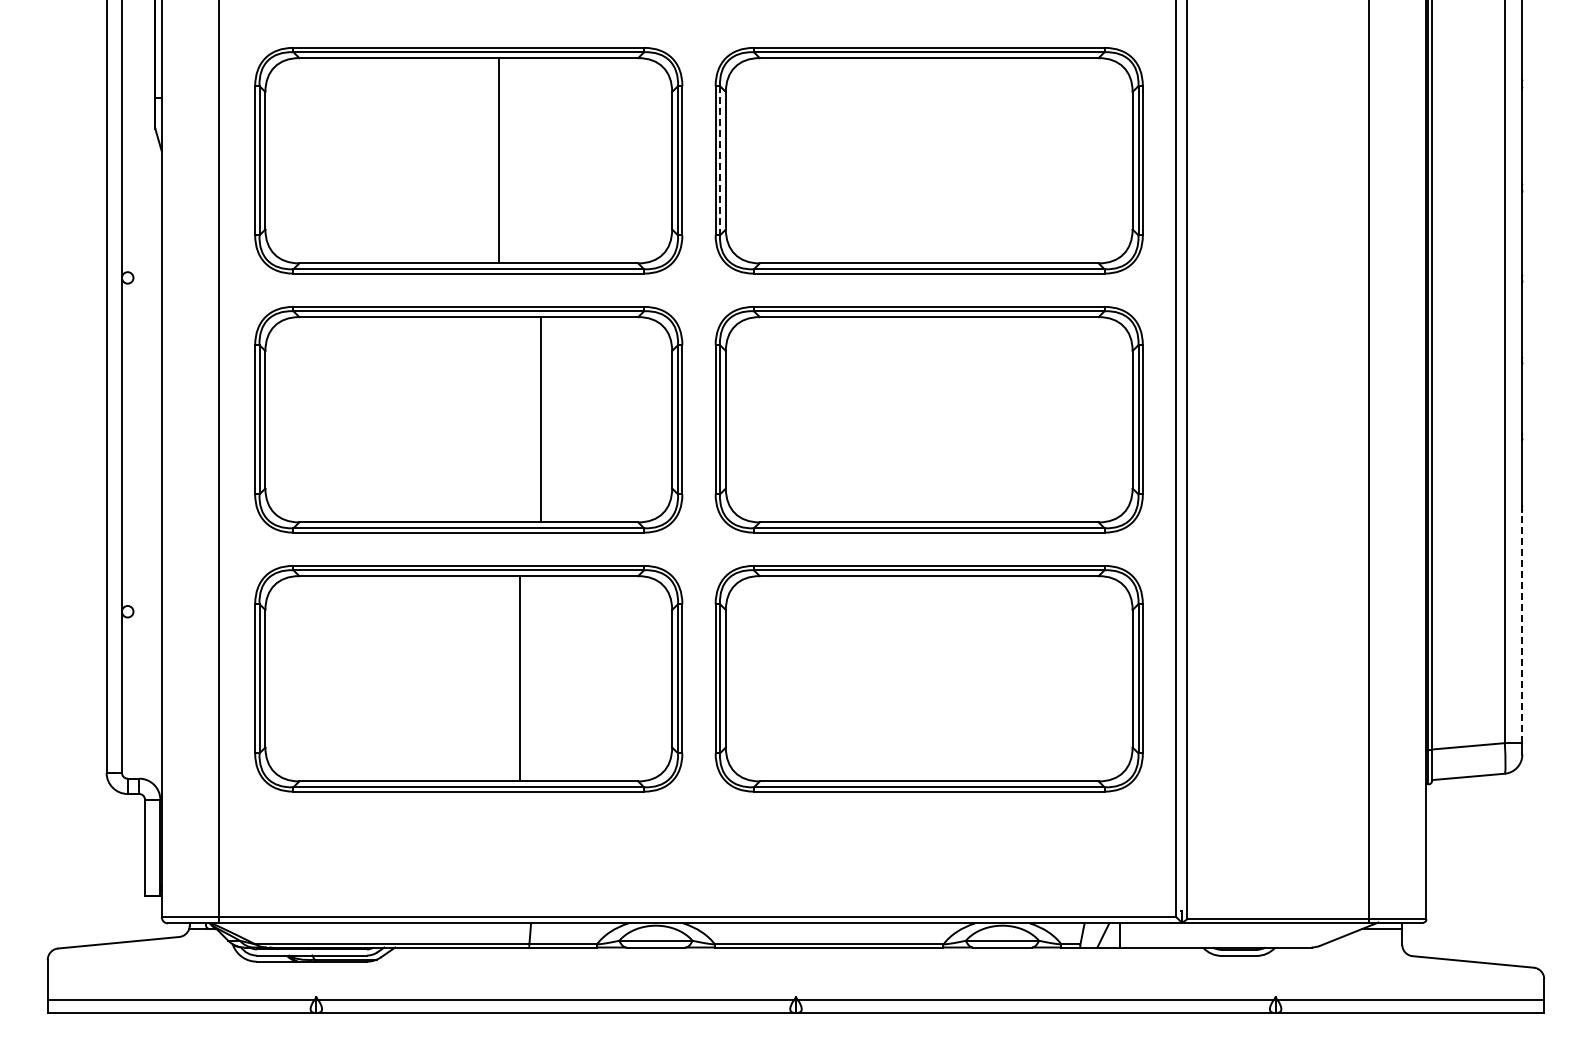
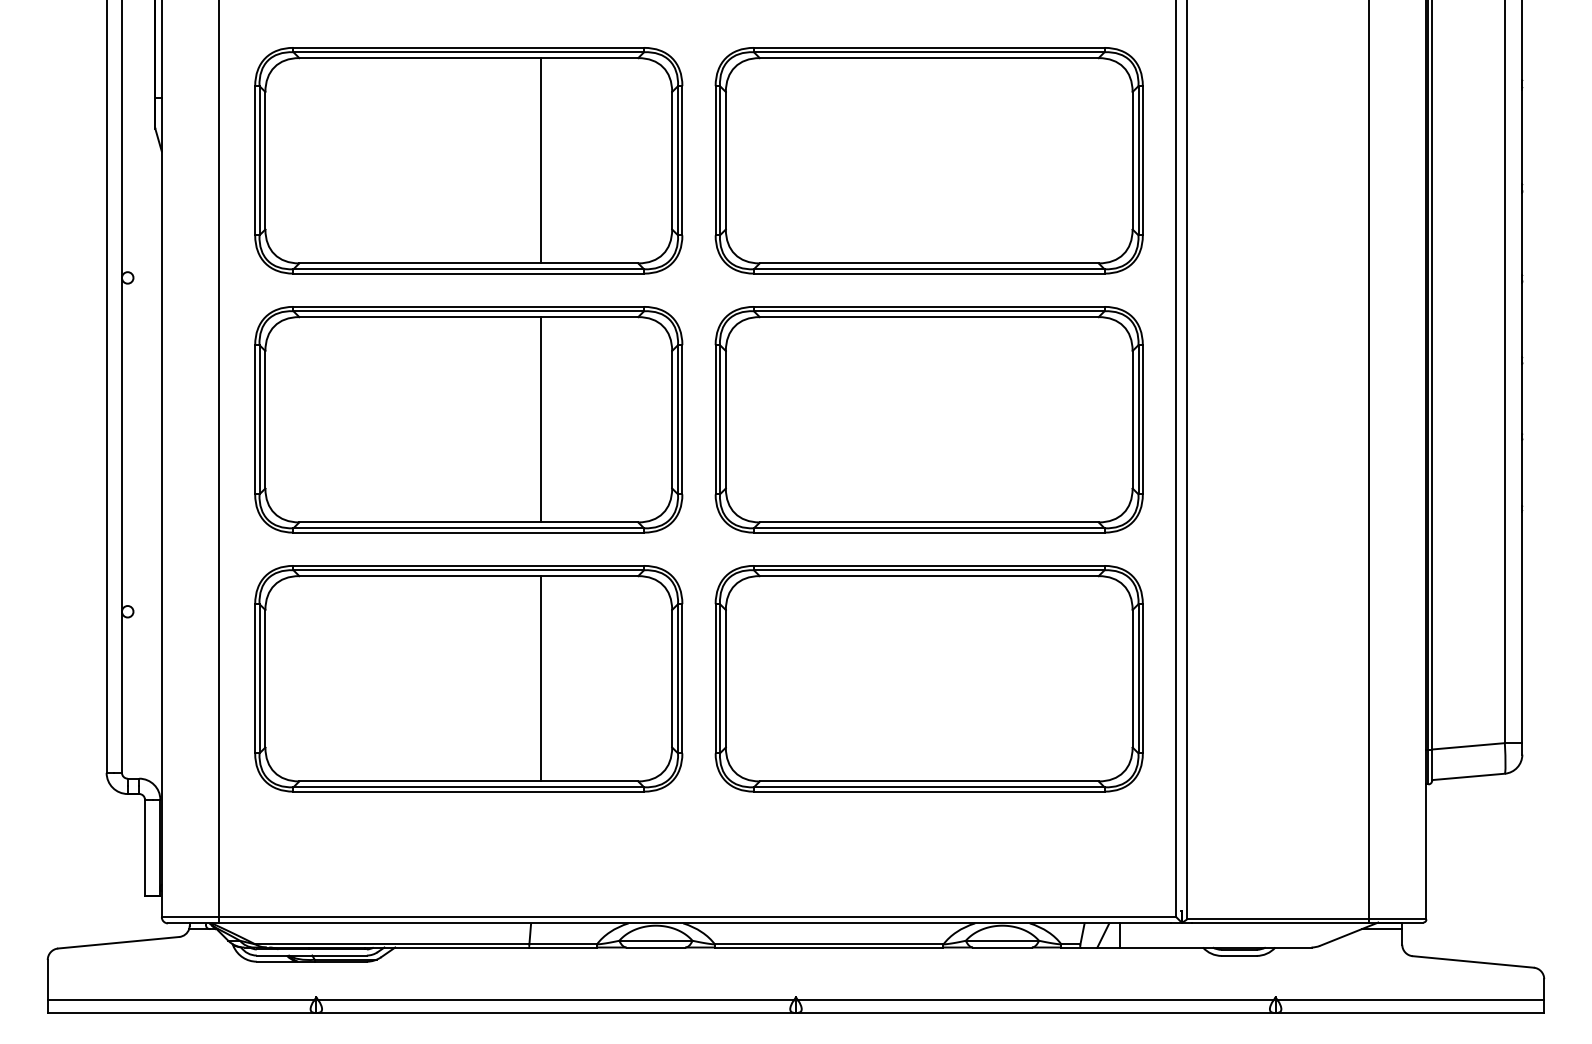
line at (499, 160) position: (499, 160) -> (541, 160)
line at (720, 160): dashed -> solid
line at (1522, 627): dashed -> solid
line at (520, 678) position: (520, 678) -> (541, 678)
